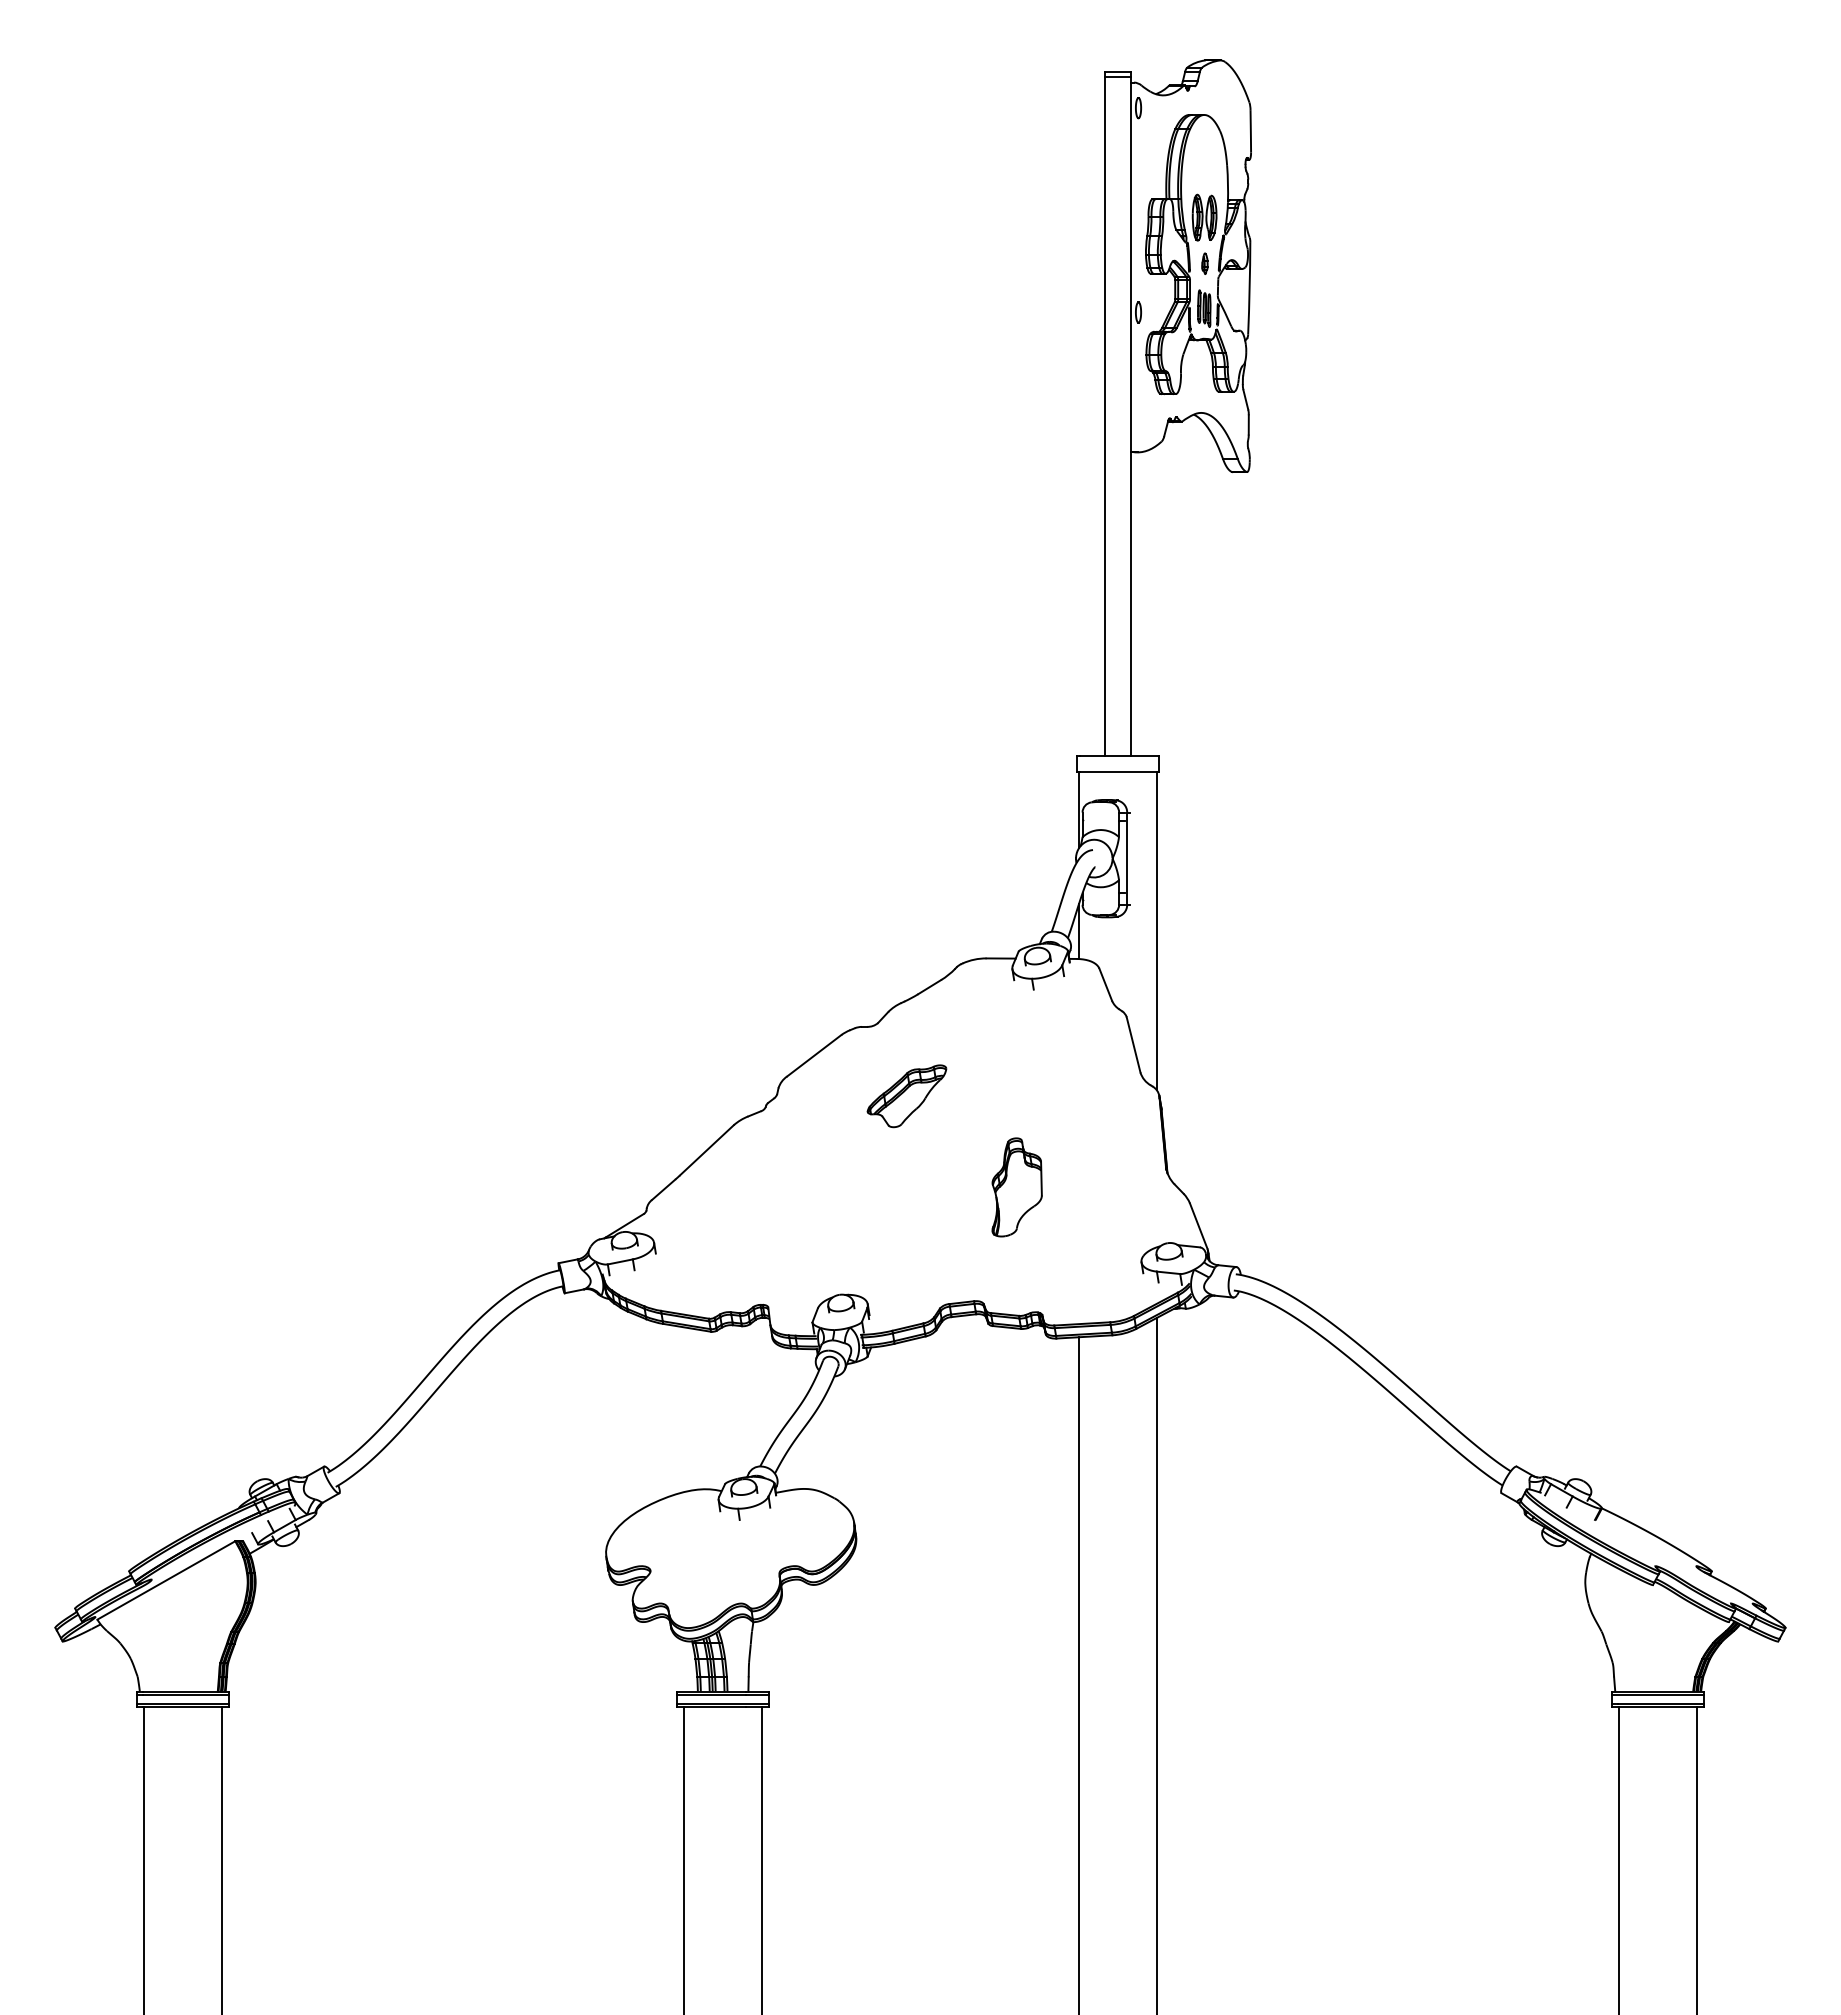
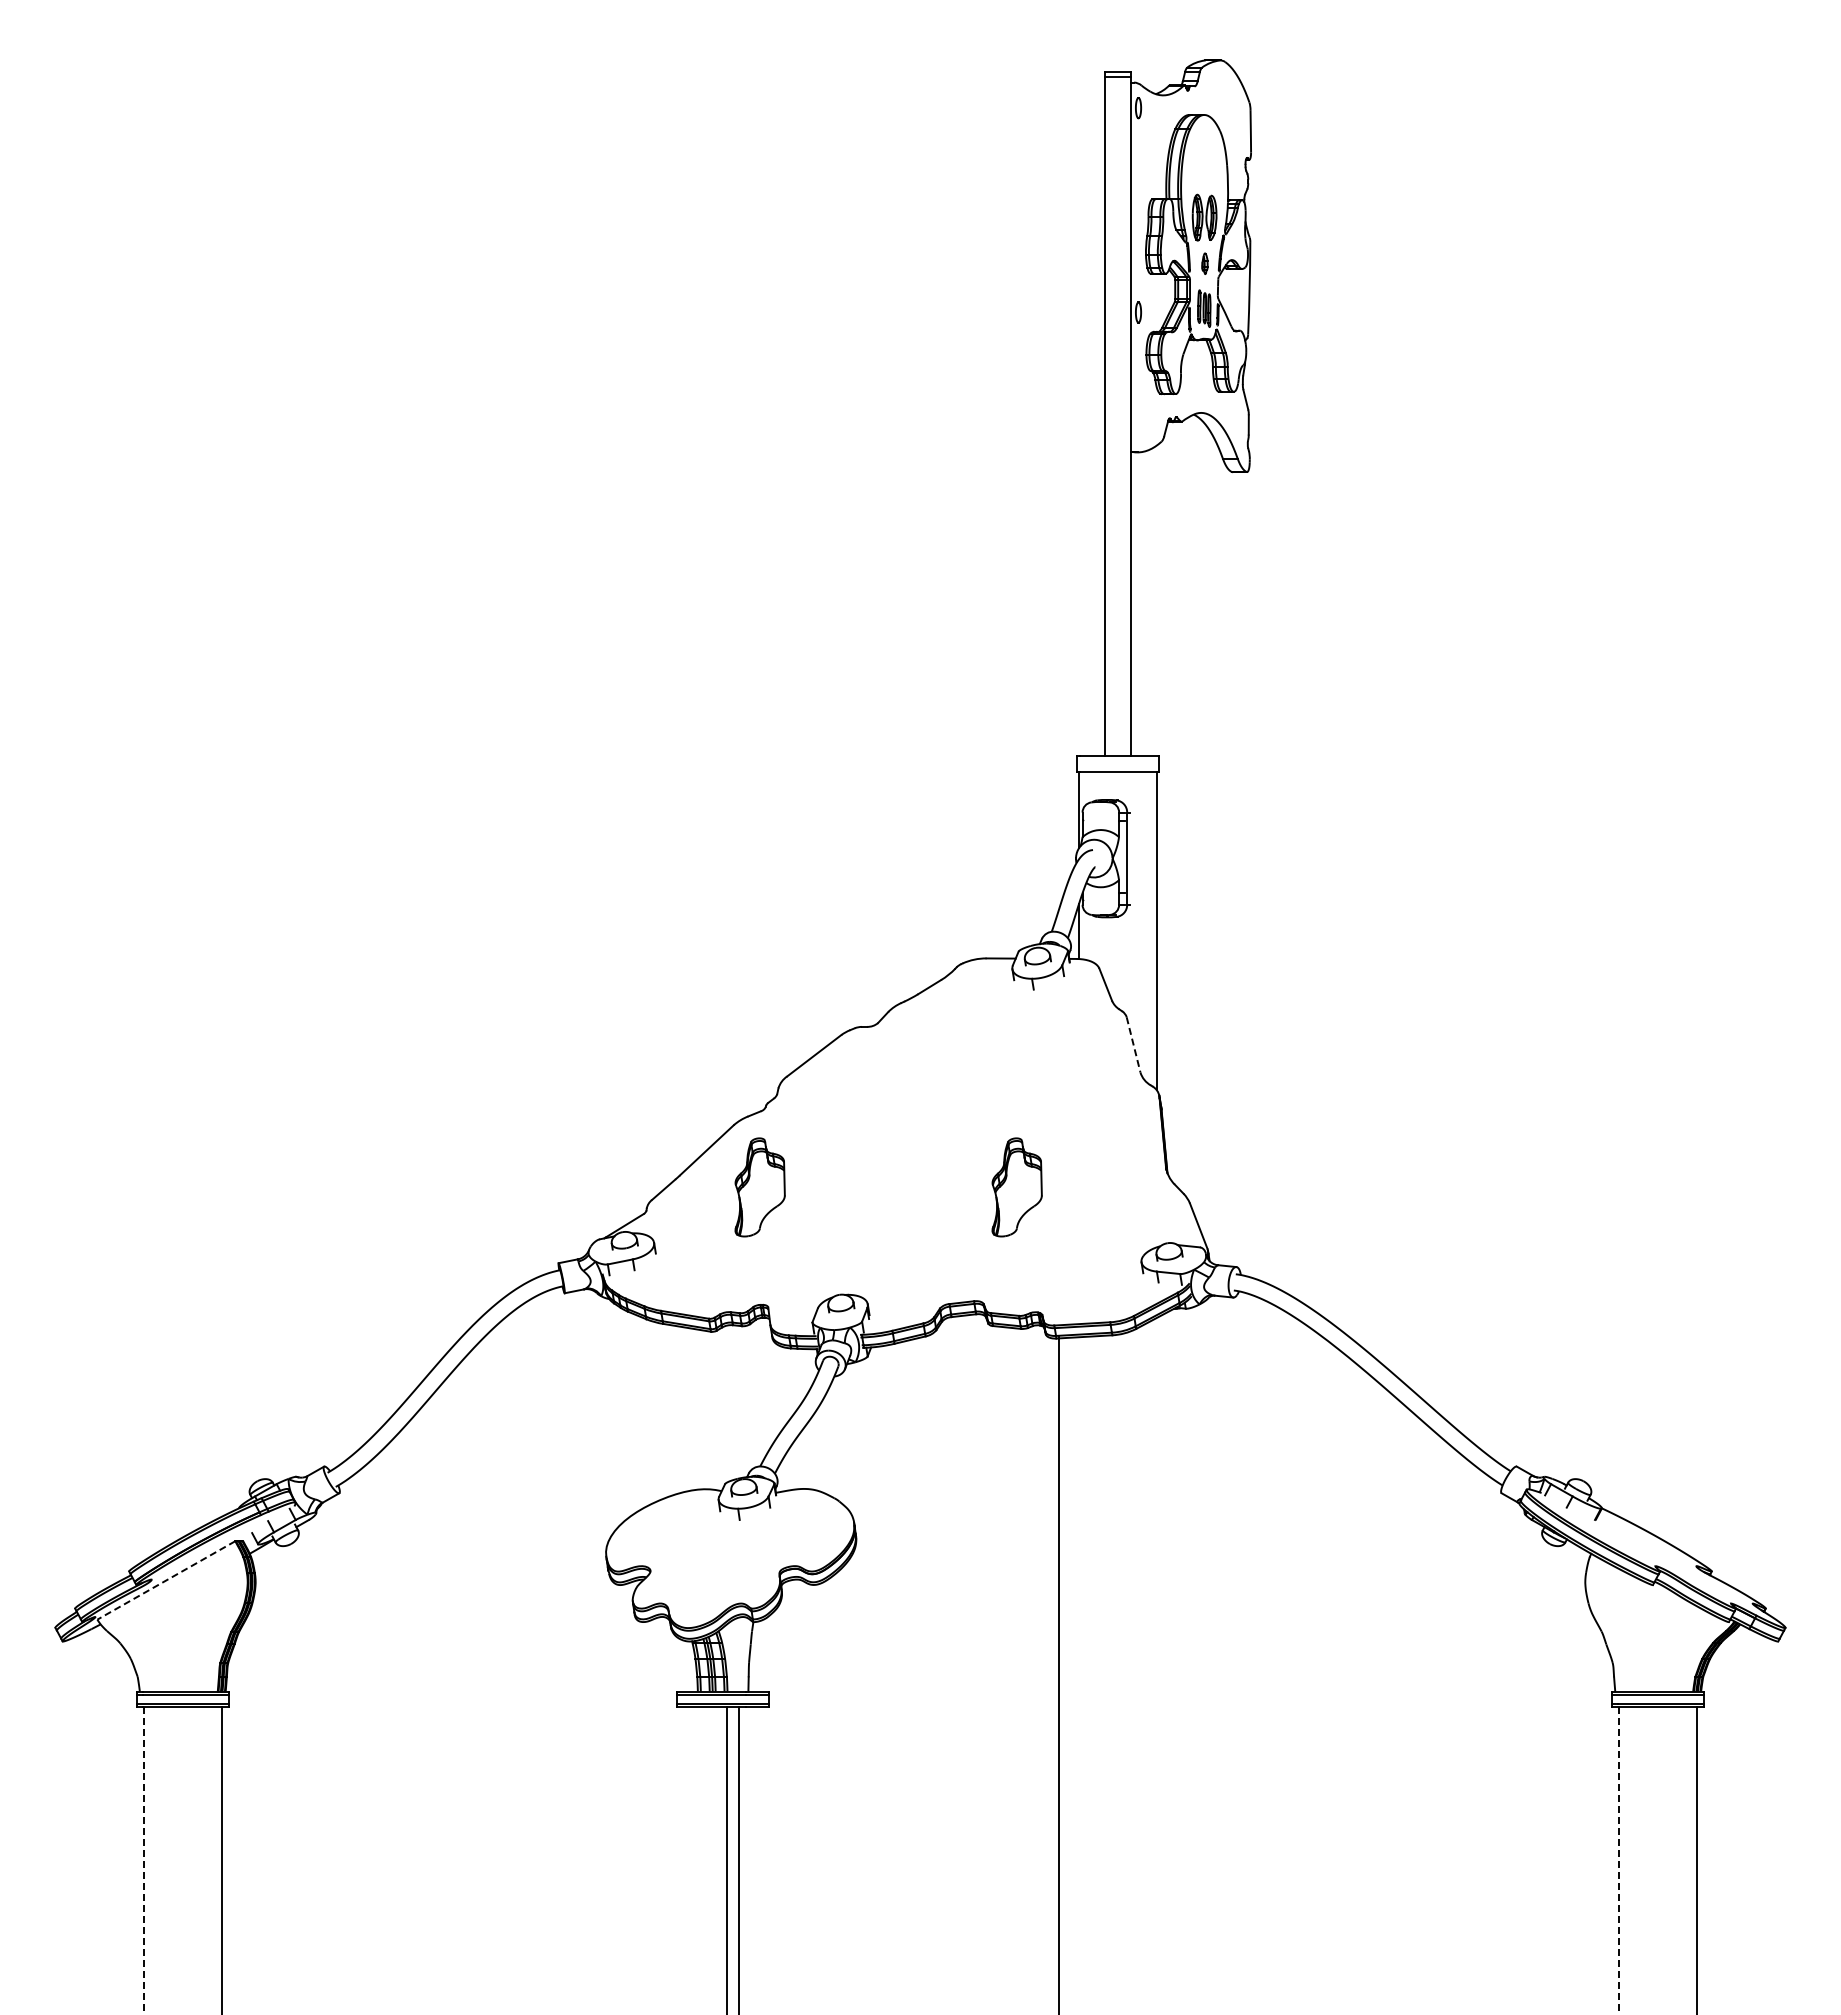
line at (1133, 1045): solid -> dashed
part at (906, 1096): present -> none
part at (759, 1187): none -> present
line at (165, 1580): solid -> dashed
line at (1156, 1664): present -> none
line at (1079, 1674) position: (1079, 1674) -> (1059, 1674)
line at (684, 1859) position: (684, 1859) -> (727, 1859)
line at (761, 1859) position: (761, 1859) -> (738, 1859)
line at (144, 1860): solid -> dashed
line at (1618, 1860): solid -> dashed
